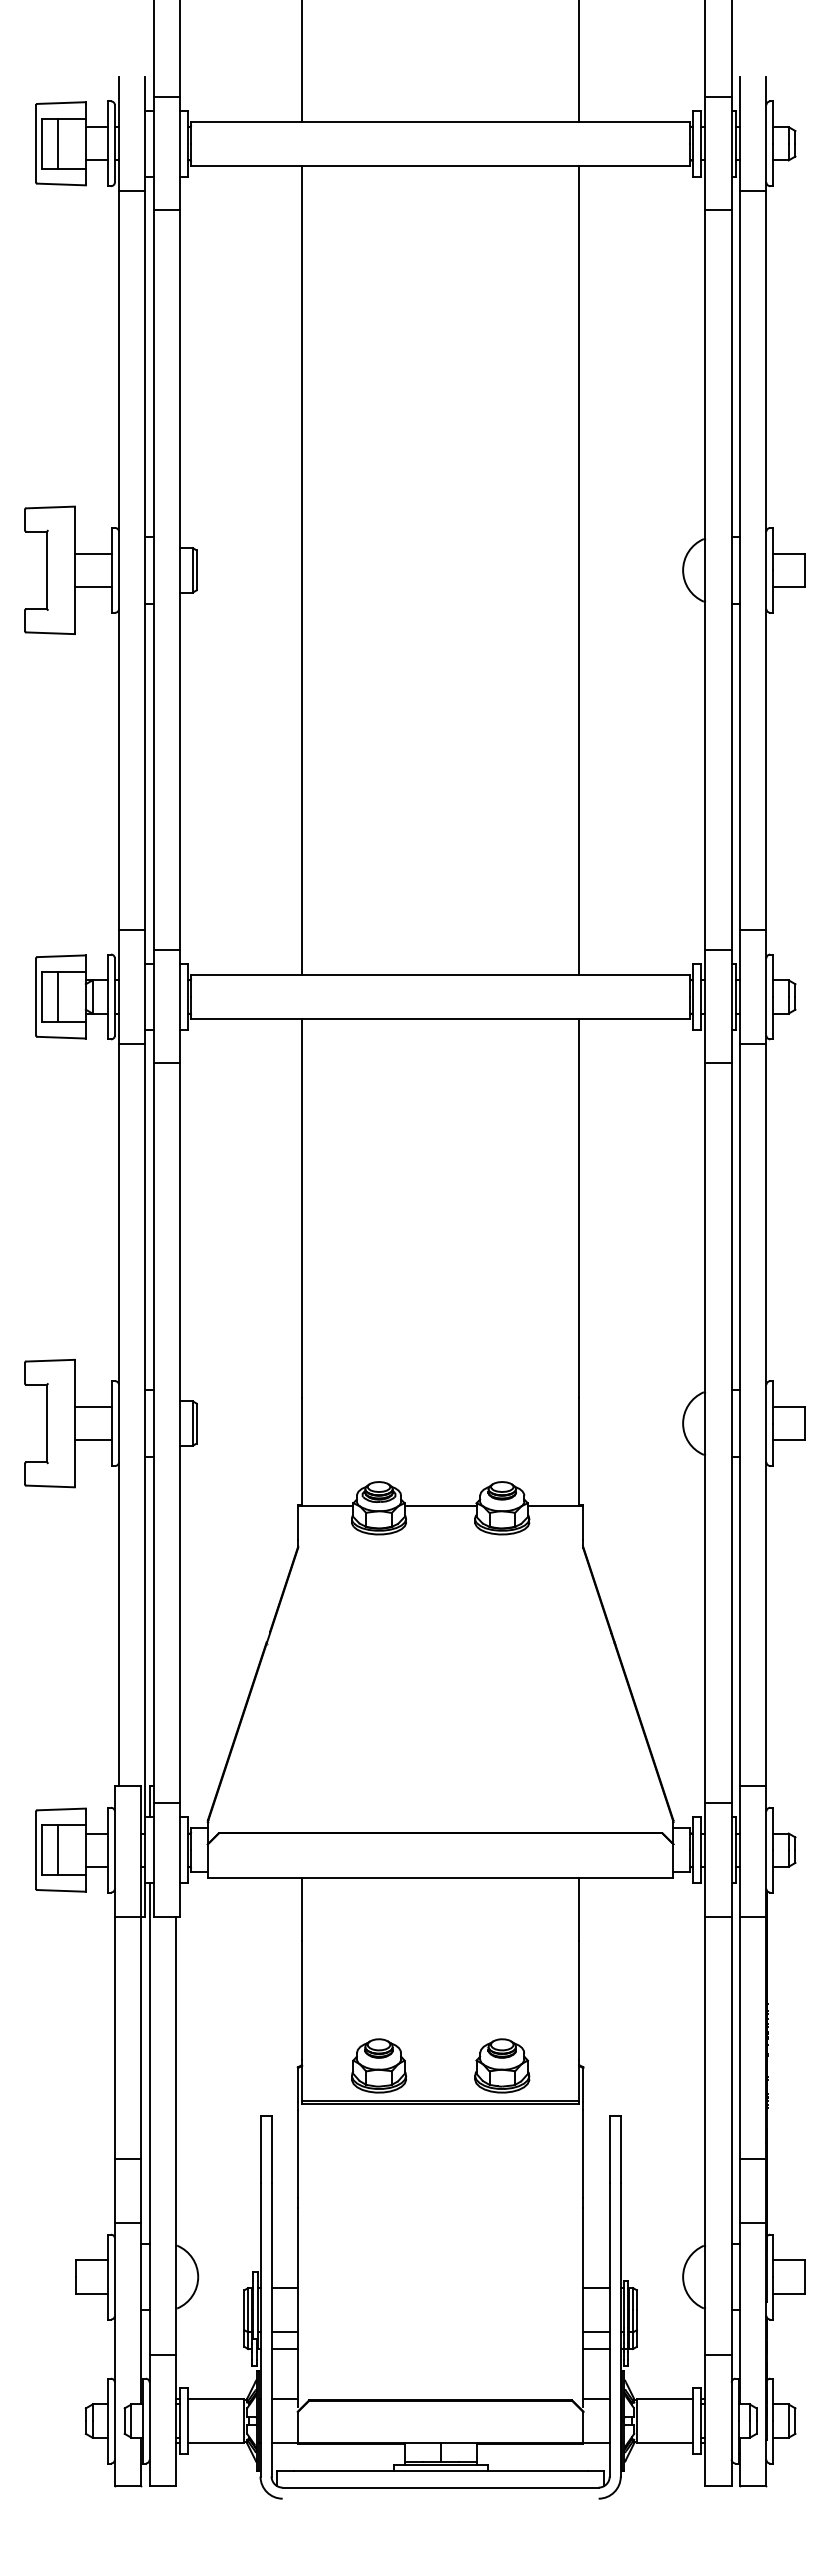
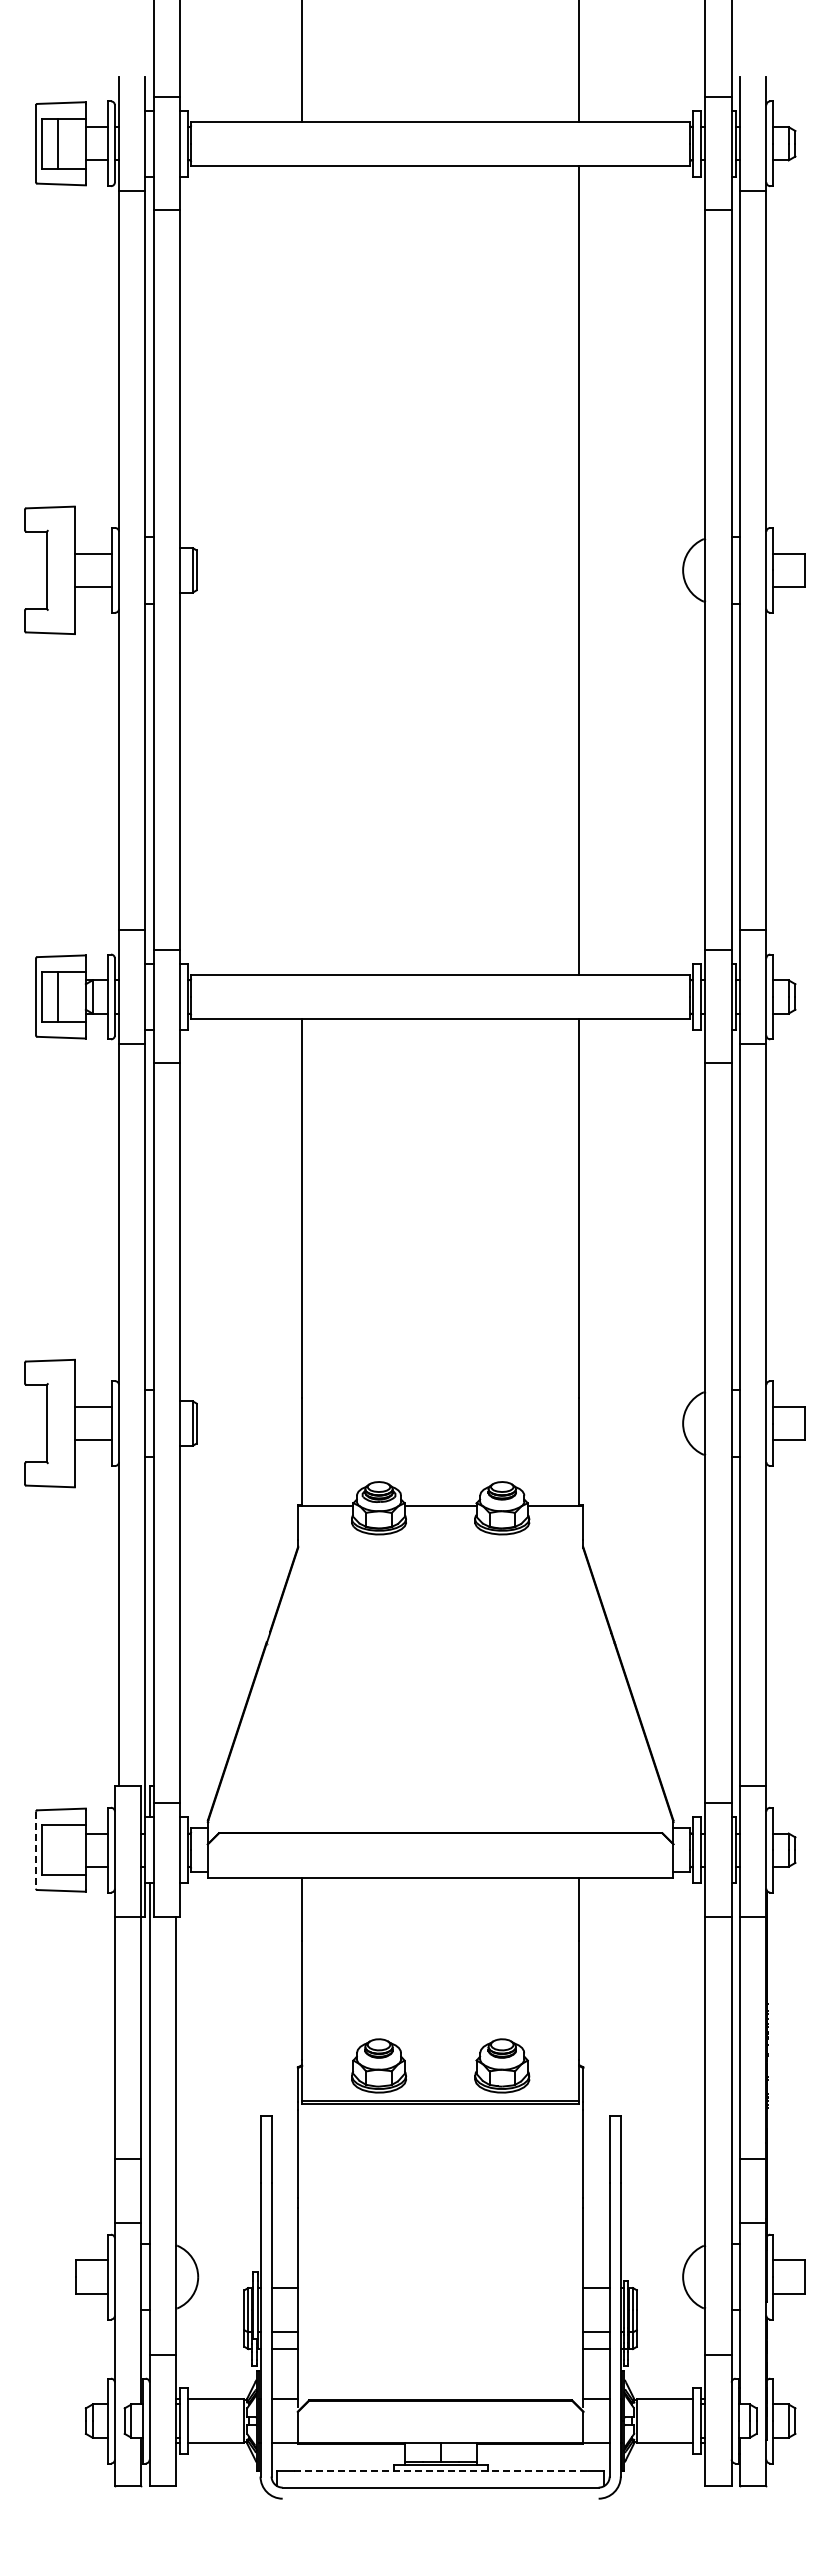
line at (302, 569): present -> none
line at (36, 1850): solid -> dashed
line at (58, 1850): present -> none
line at (440, 2471): solid -> dashed
